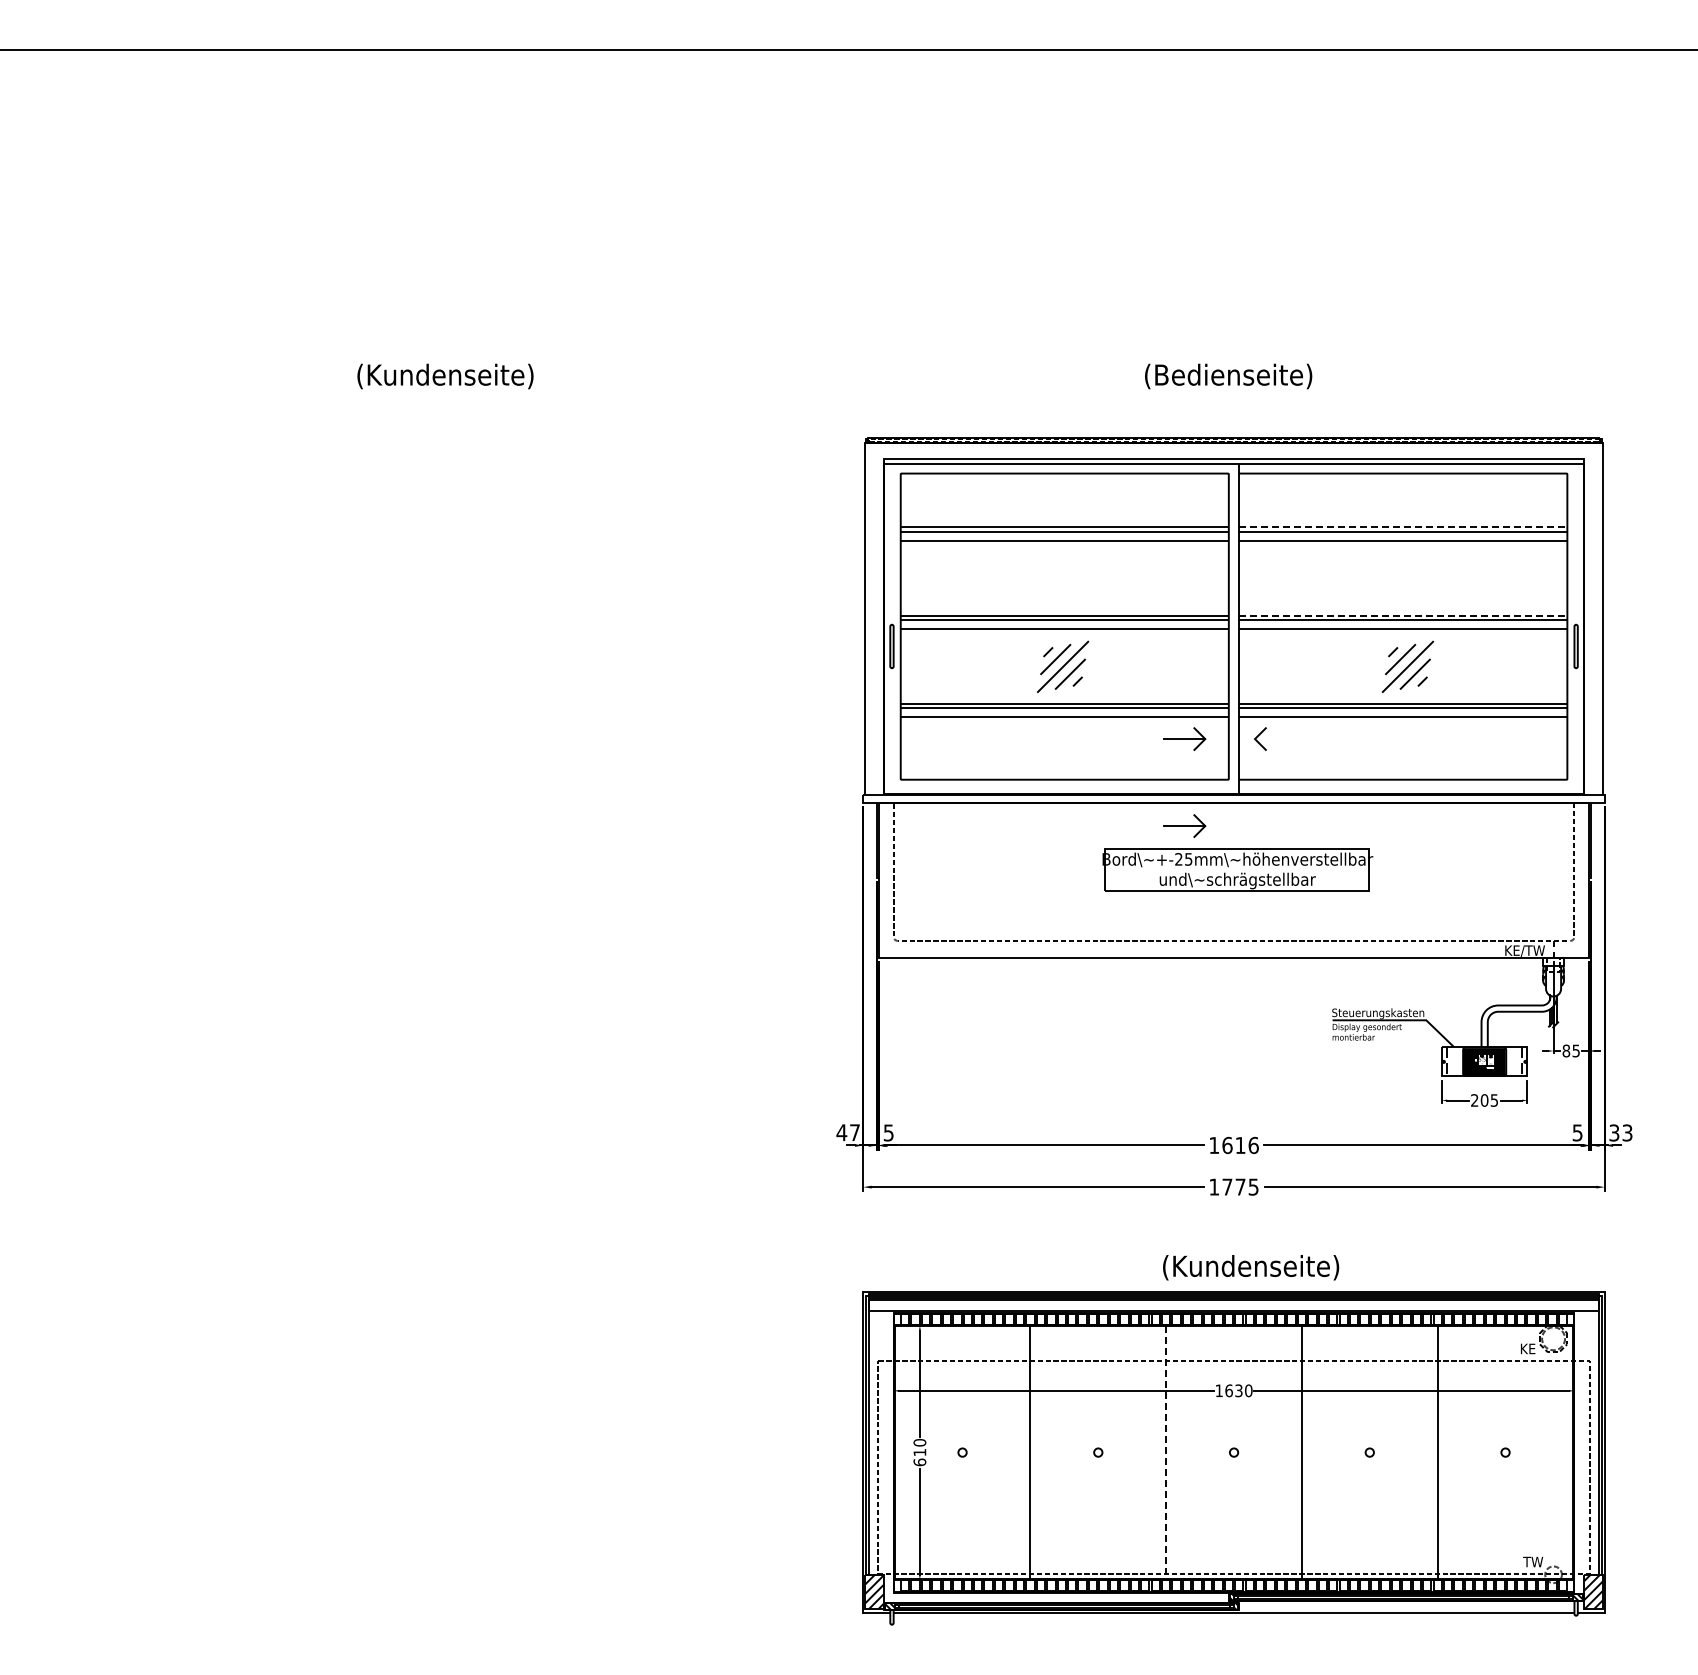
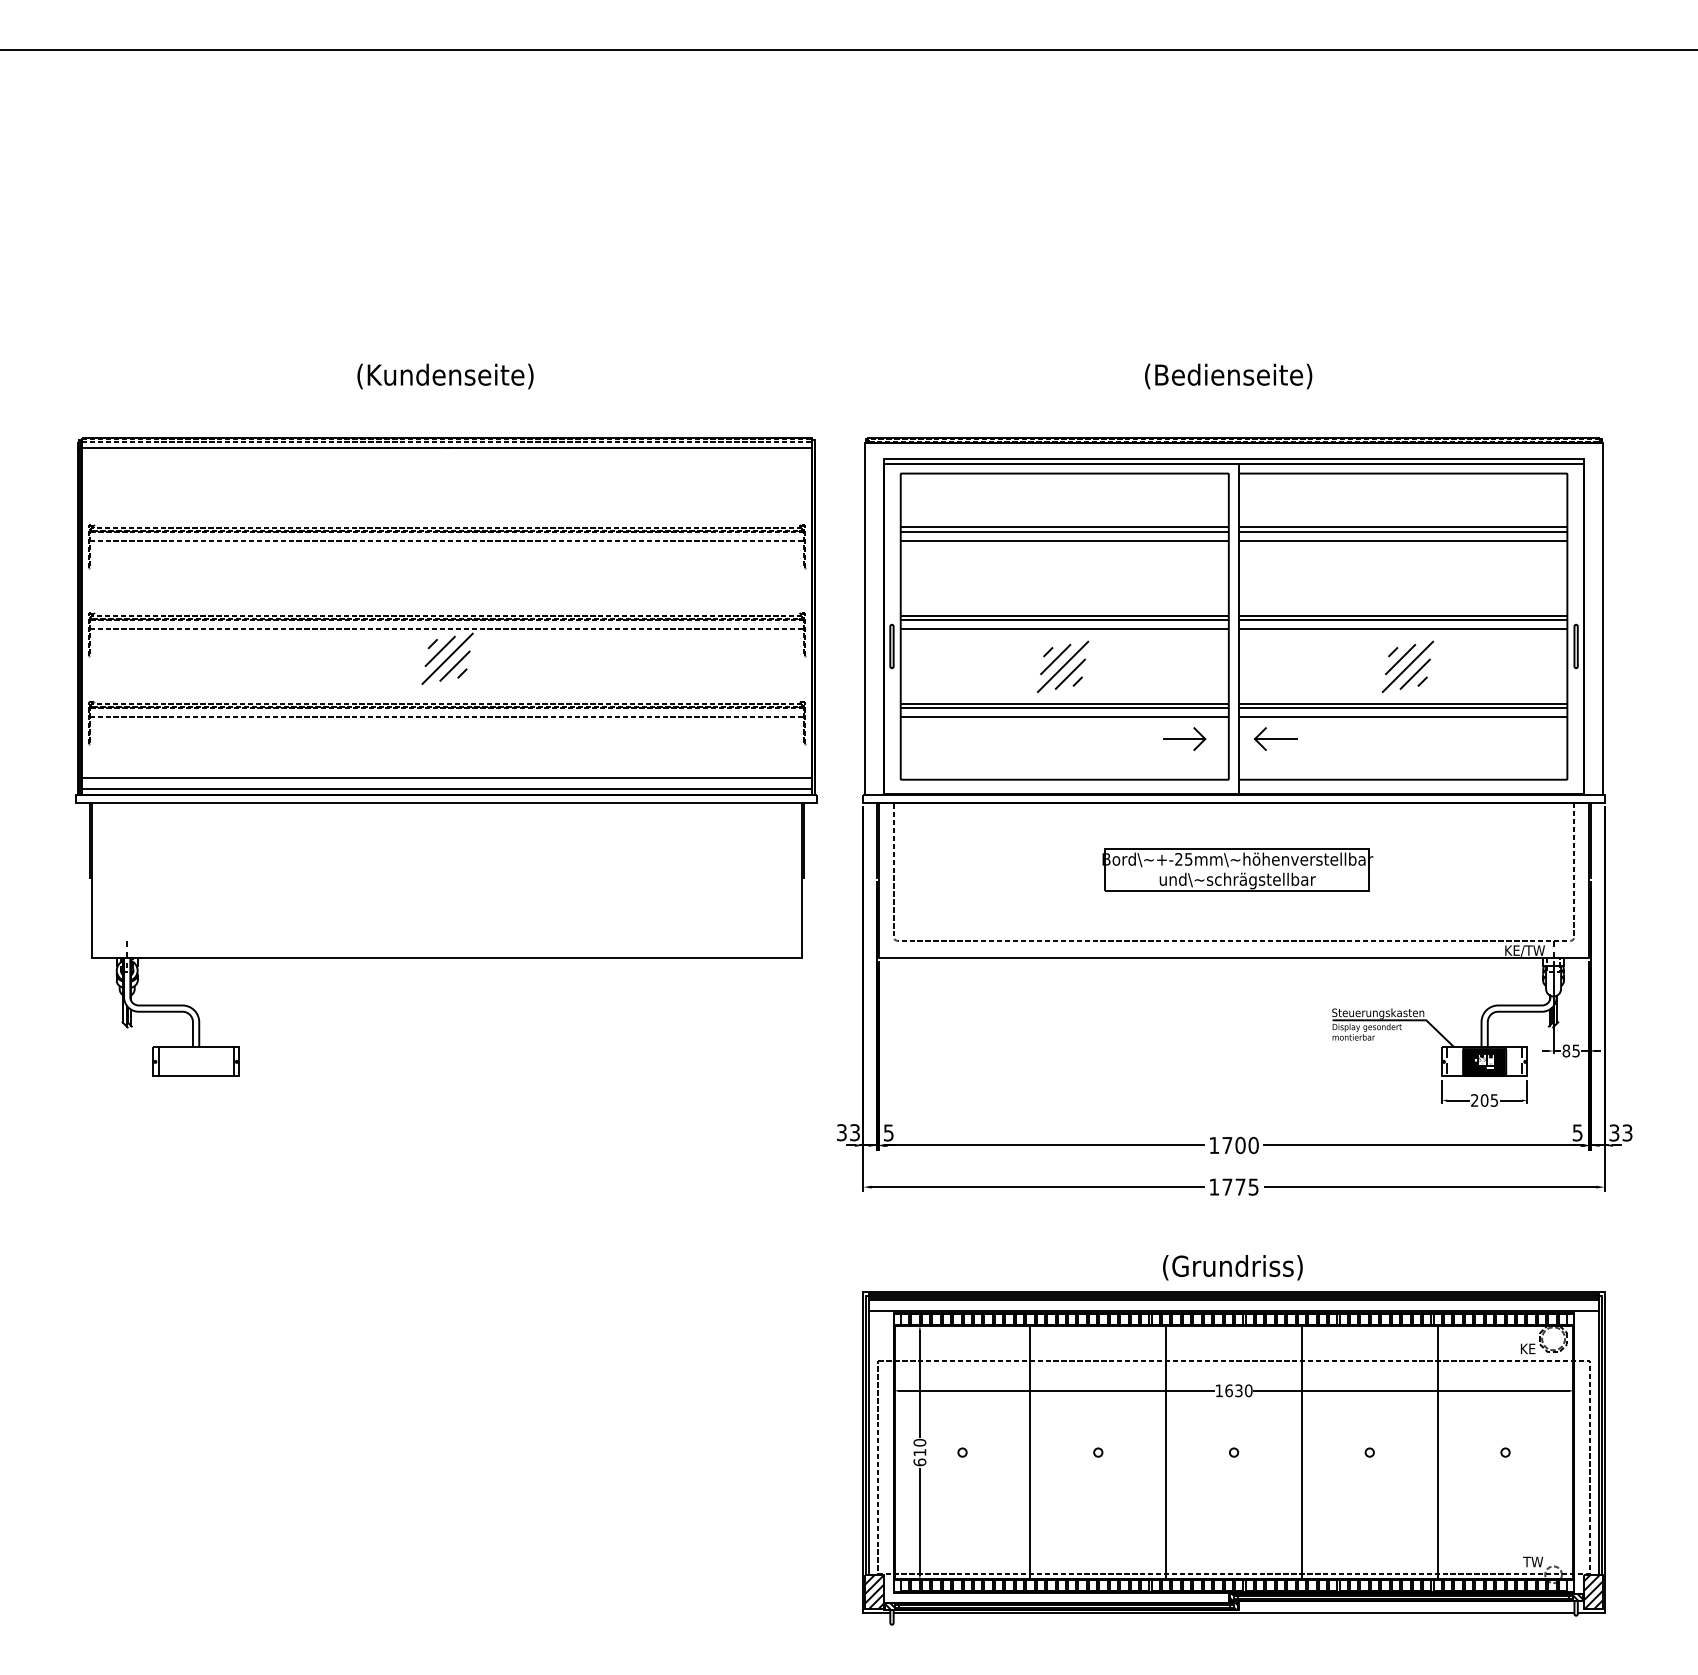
line at (1403, 527): dashed -> solid
line at (1403, 615): dashed -> solid
line at (1275, 739): none -> present
part at (446, 756): none -> present
part at (1184, 825): present -> none
text at (847, 1132): 47 -> 33
text at (1240, 1145): 1616 -> 1700
text at (1255, 1267): (Kundenseite) -> (Grundriss)
line at (1166, 1453): dashed -> solid
